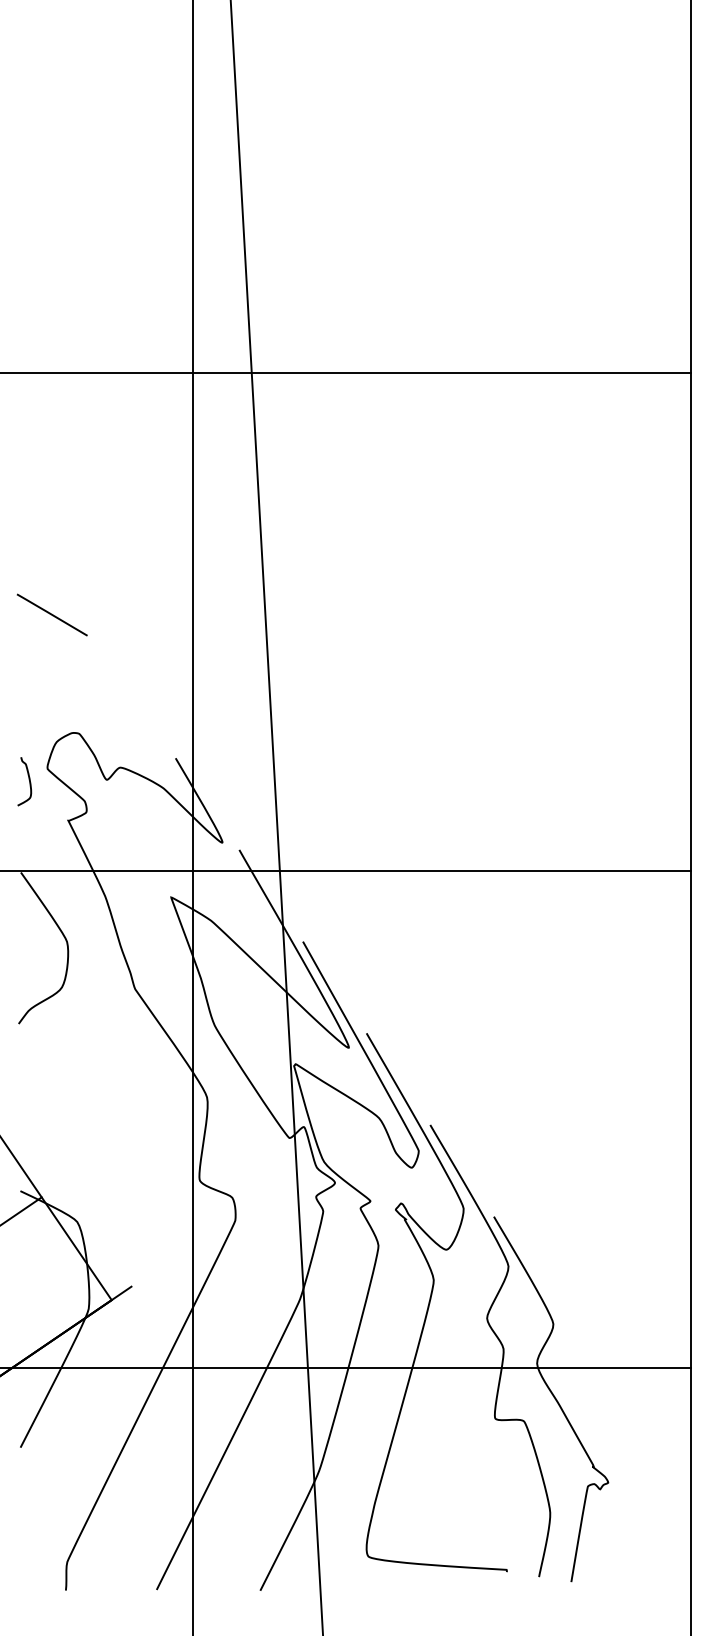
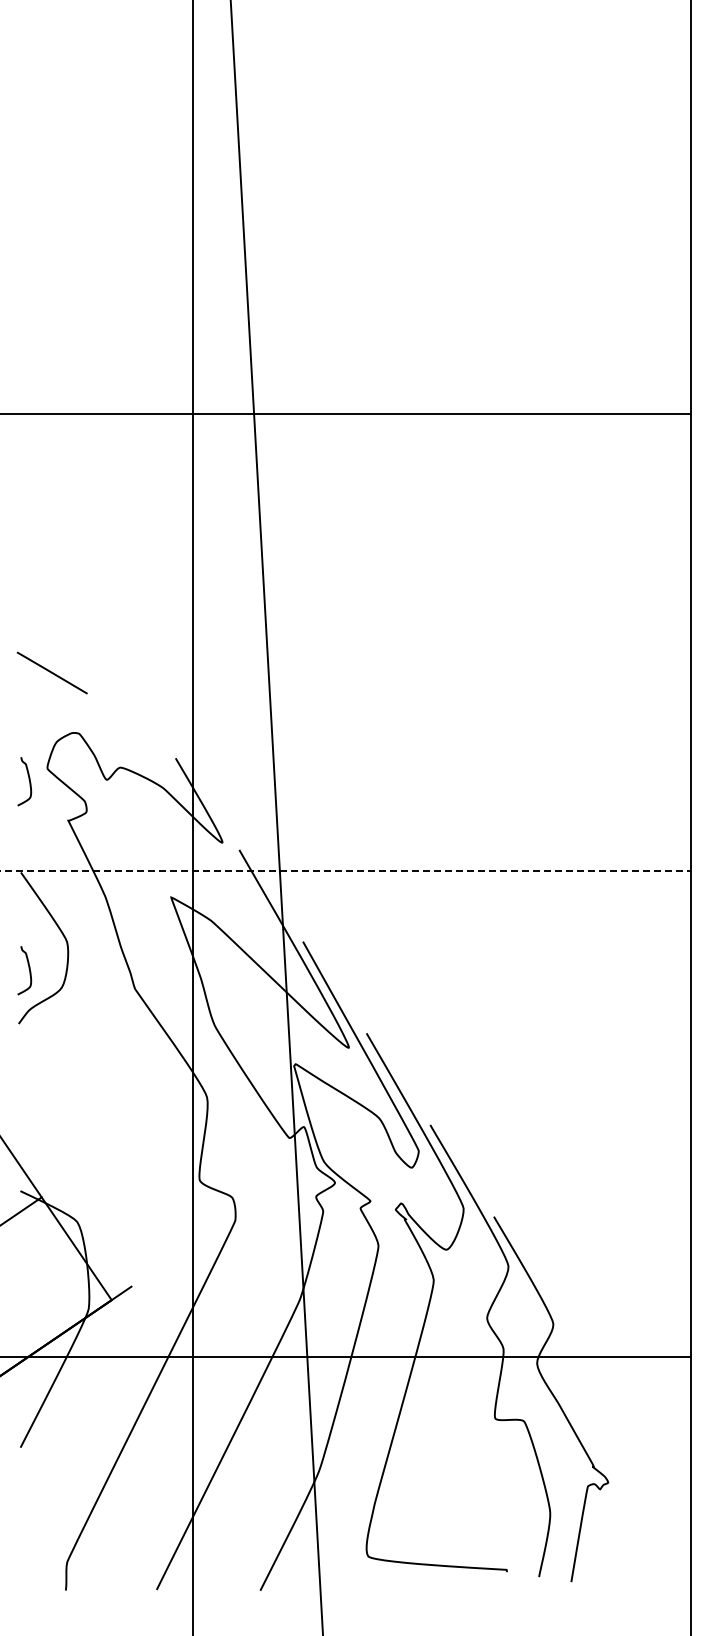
line at (346, 373) position: (346, 373) -> (346, 414)
line at (52, 614) position: (52, 614) -> (52, 672)
line at (345, 870): solid -> dashed
curve at (28, 968): none -> present
line at (346, 1368) position: (346, 1368) -> (346, 1357)
